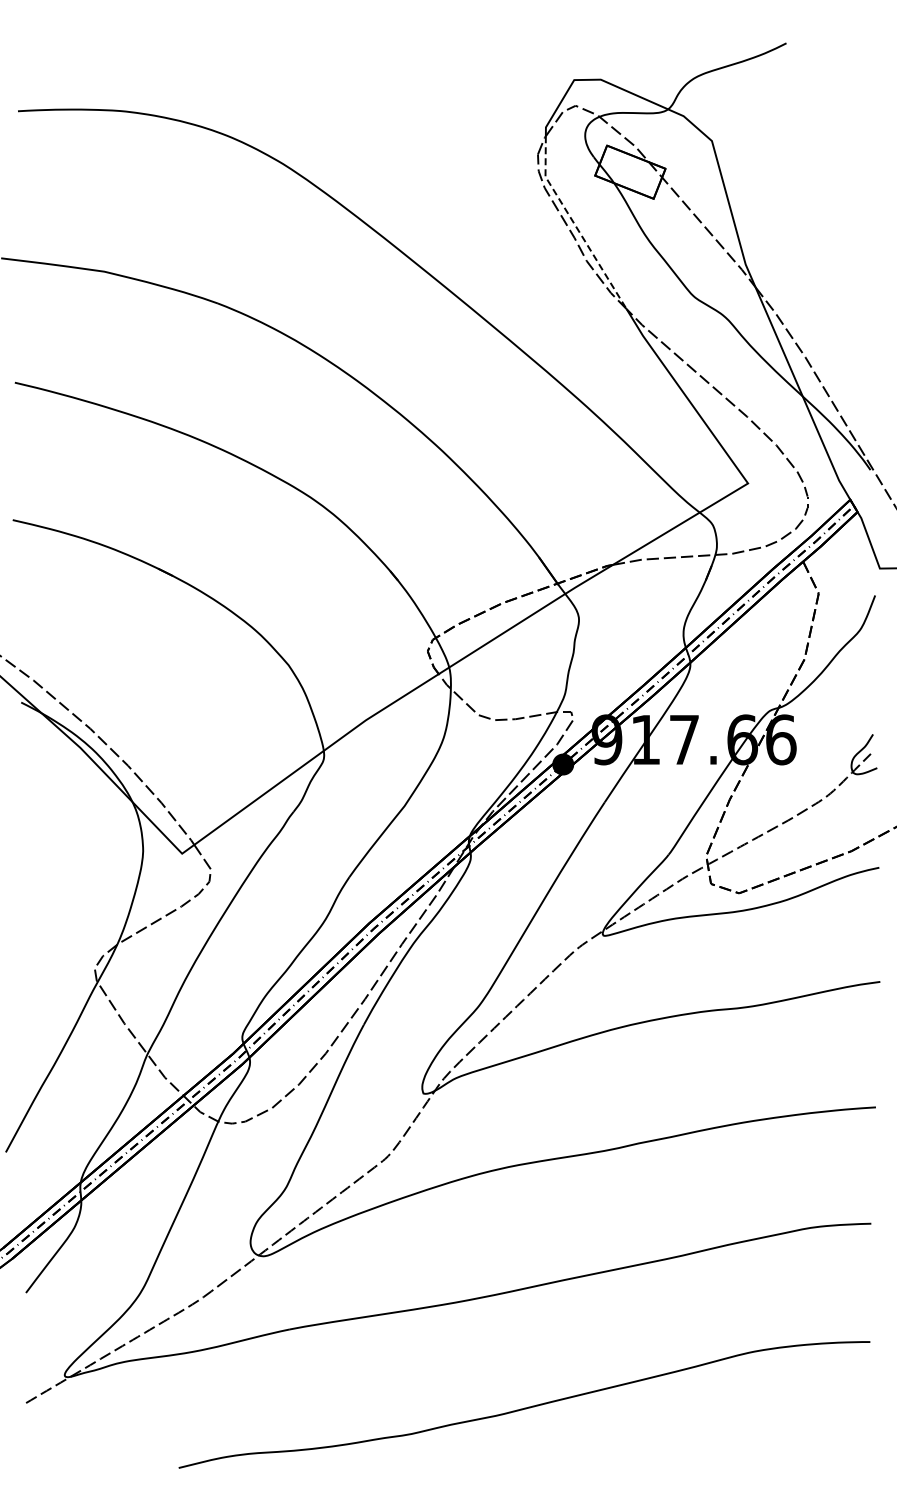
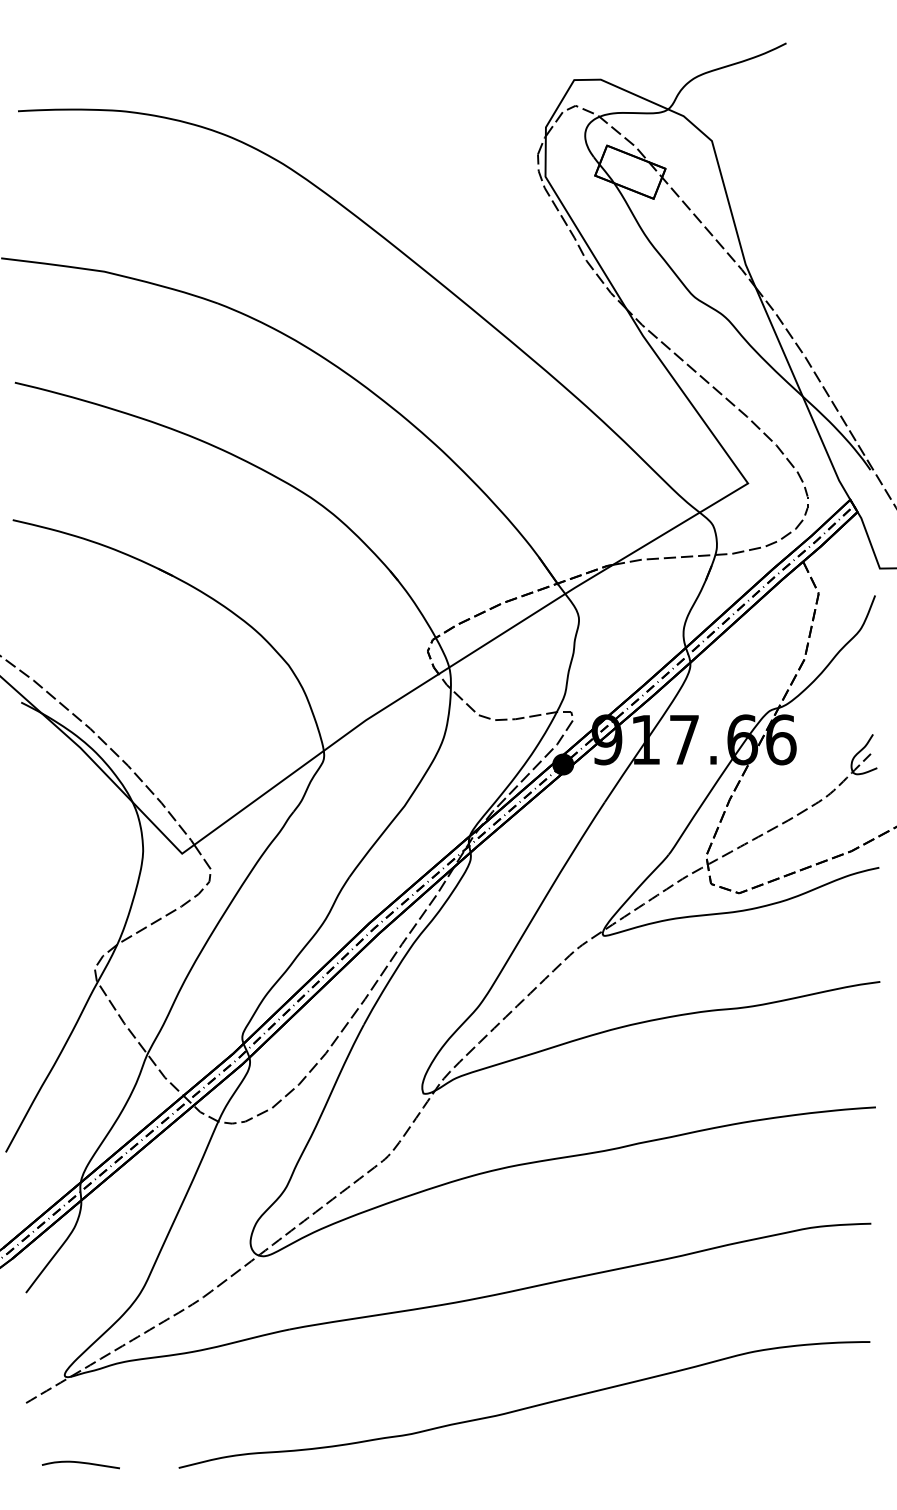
line at (575, 225): dashed -> solid
curve at (80, 1463): none -> present
